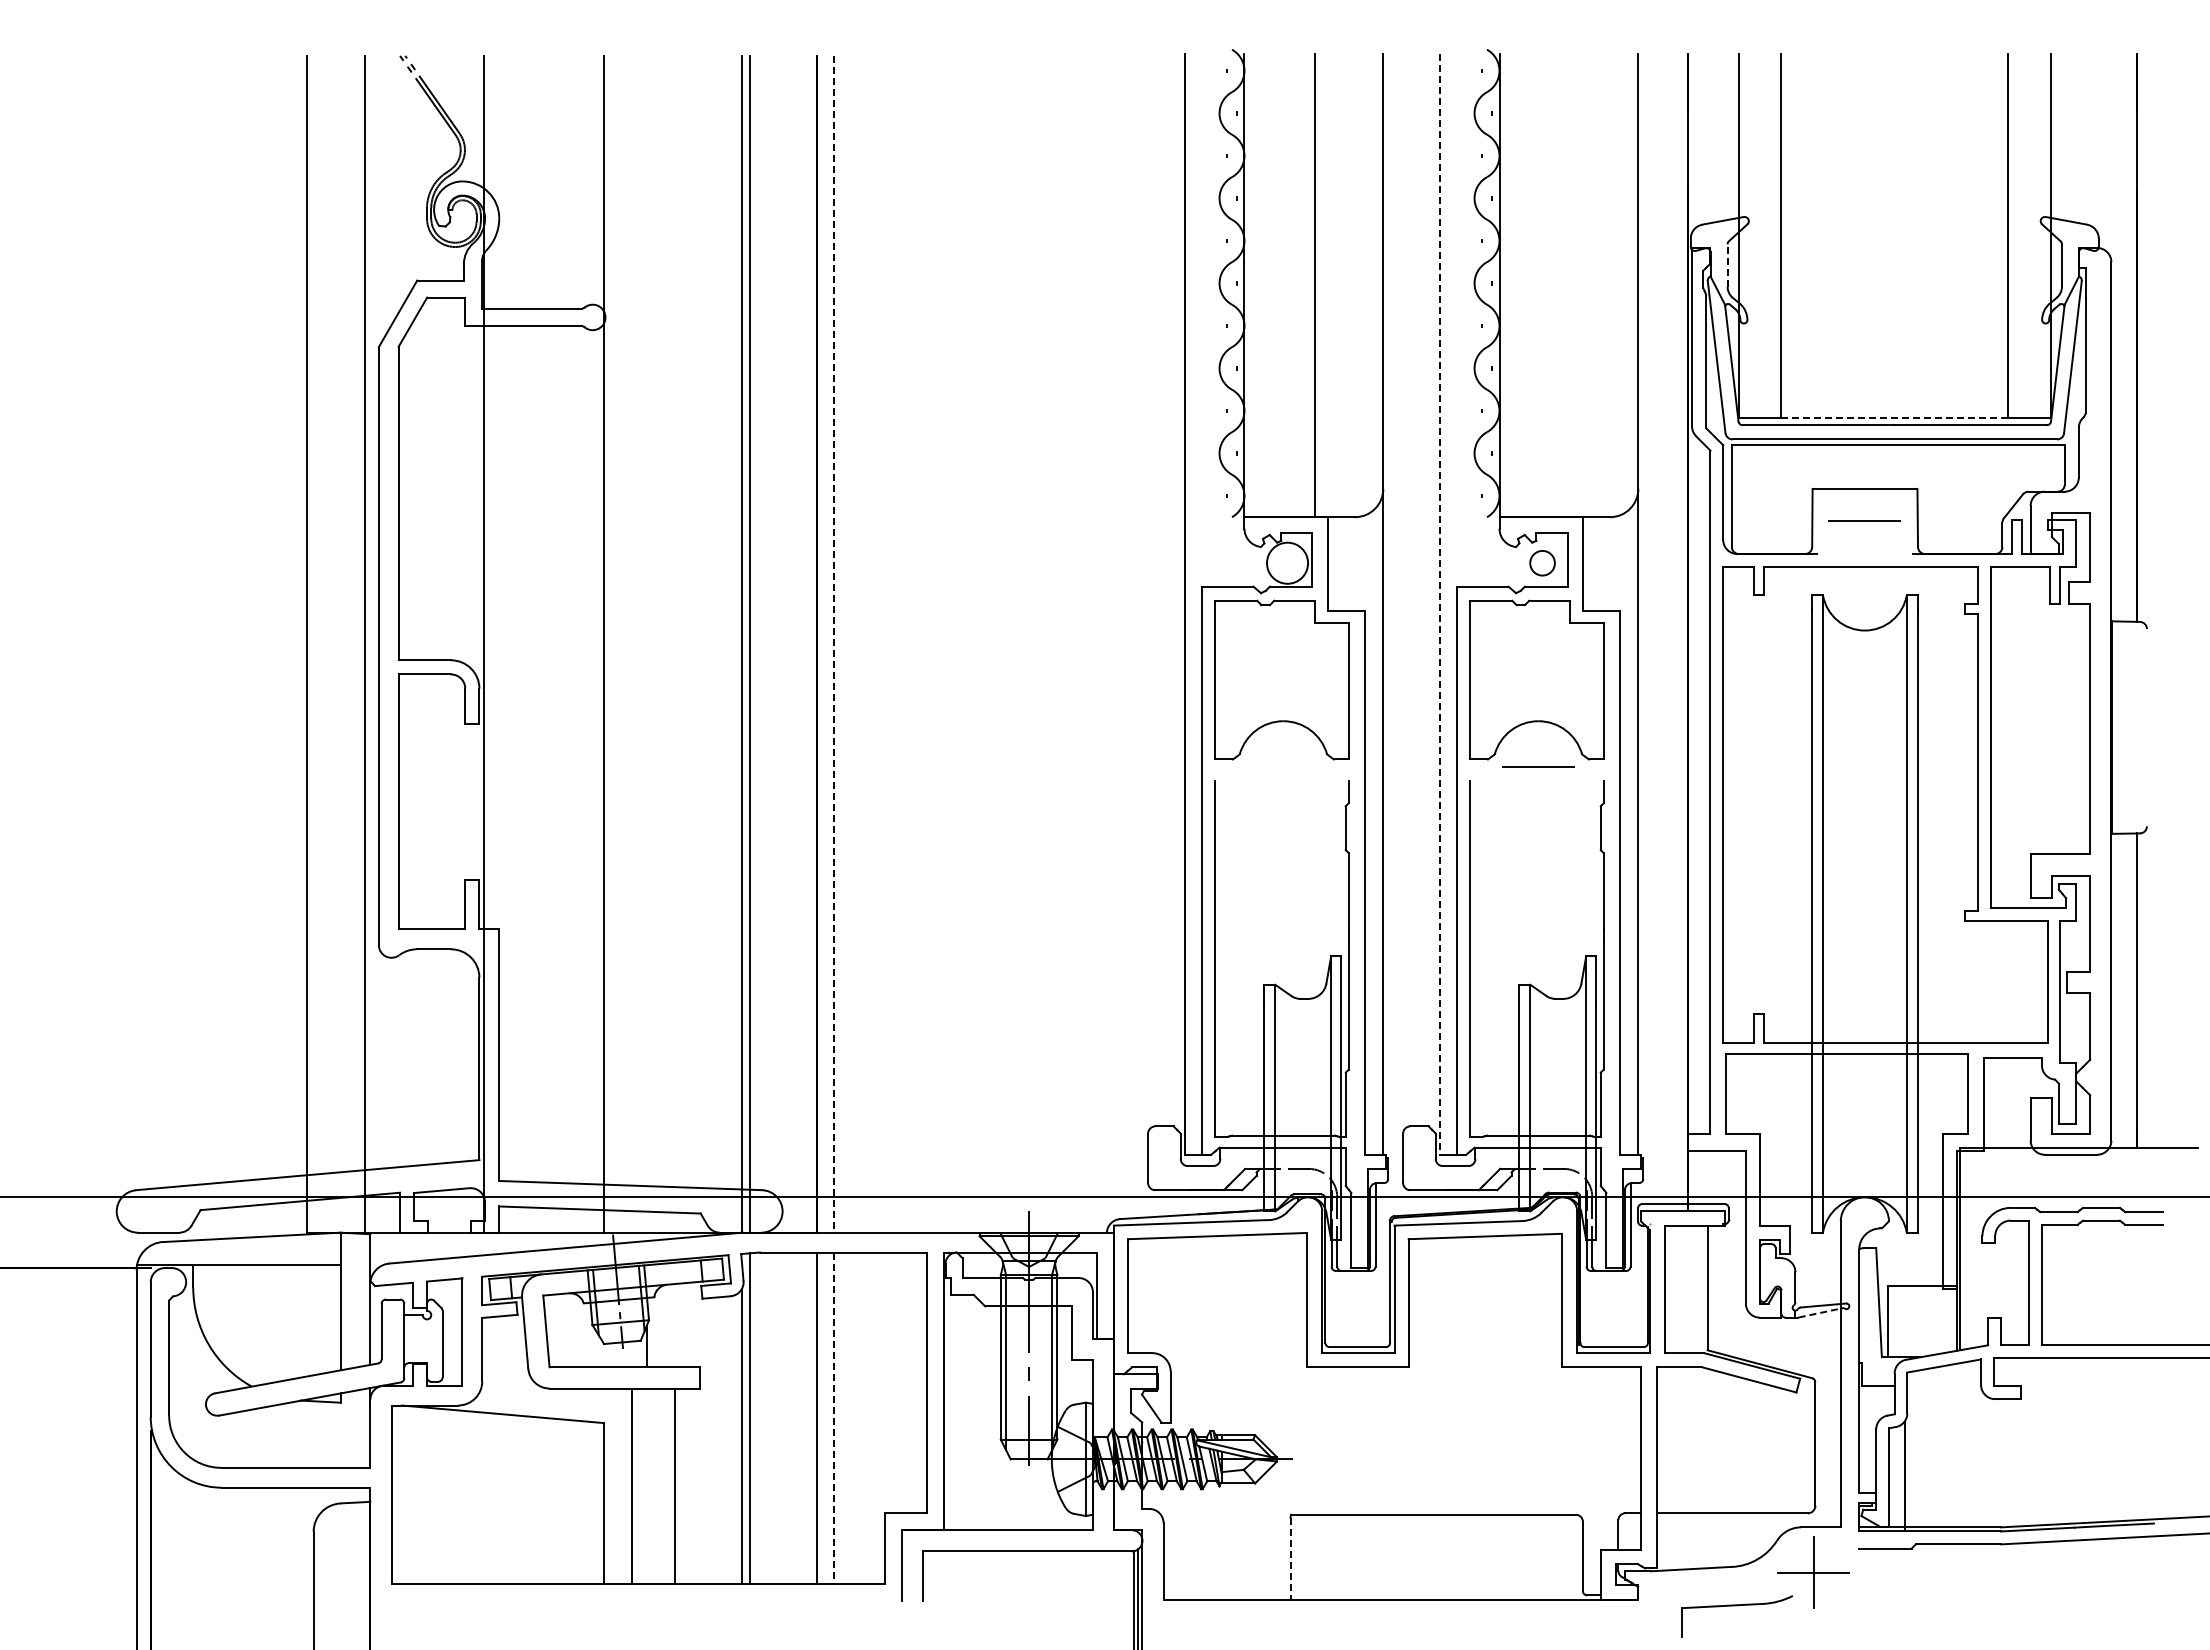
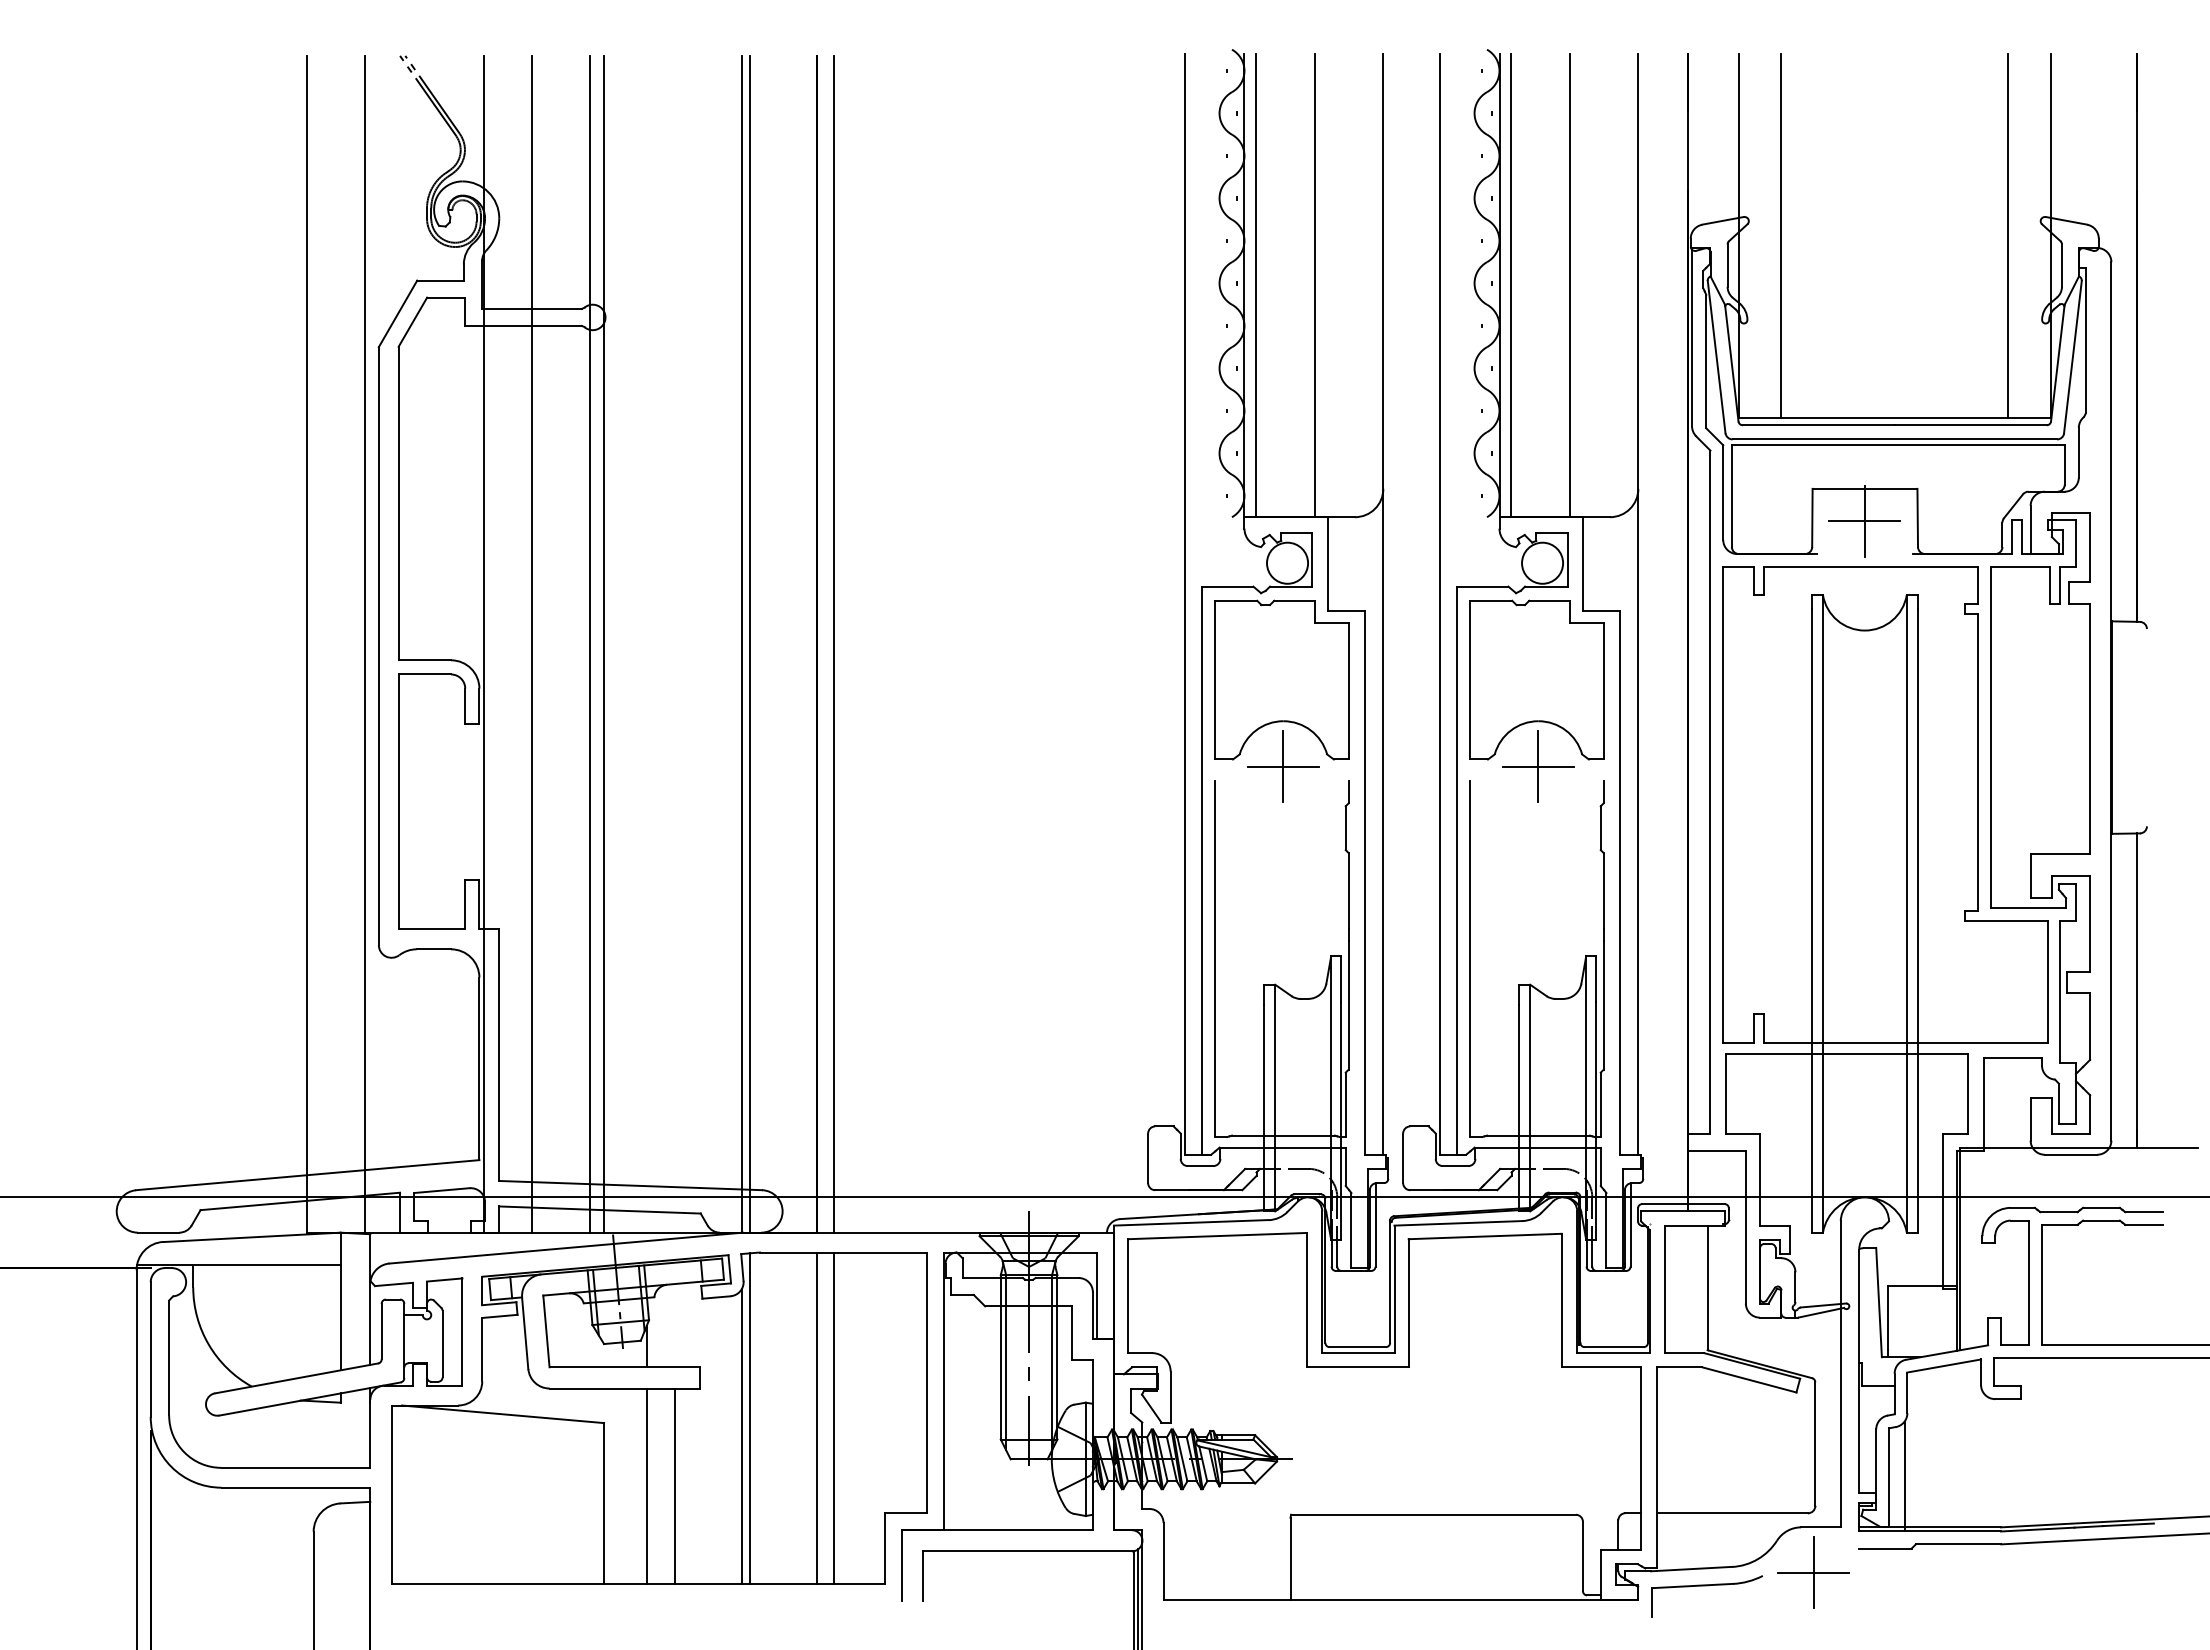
line at (1727, 265): dashed -> solid
line at (1255, 285): none -> present
line at (1510, 285): none -> present
line at (1570, 285): none -> present
line at (1894, 418): dashed -> solid
line at (1864, 521): none -> present
circle at (1542, 562) diameter: 25 px -> 41 px
line at (1439, 605): dashed -> solid
line at (531, 643): none -> present
line at (589, 643): none -> present
line at (833, 644): dashed -> solid
part at (1283, 766): none -> present
line at (1538, 766): none -> present
line at (1821, 1312): dashed -> solid
line at (833, 1418): dashed -> solid
line at (631, 1486) position: (631, 1486) -> (646, 1486)
line at (1290, 1558): dashed -> solid
part at (1736, 1606) position: (1736, 1606) -> (1706, 1586)
